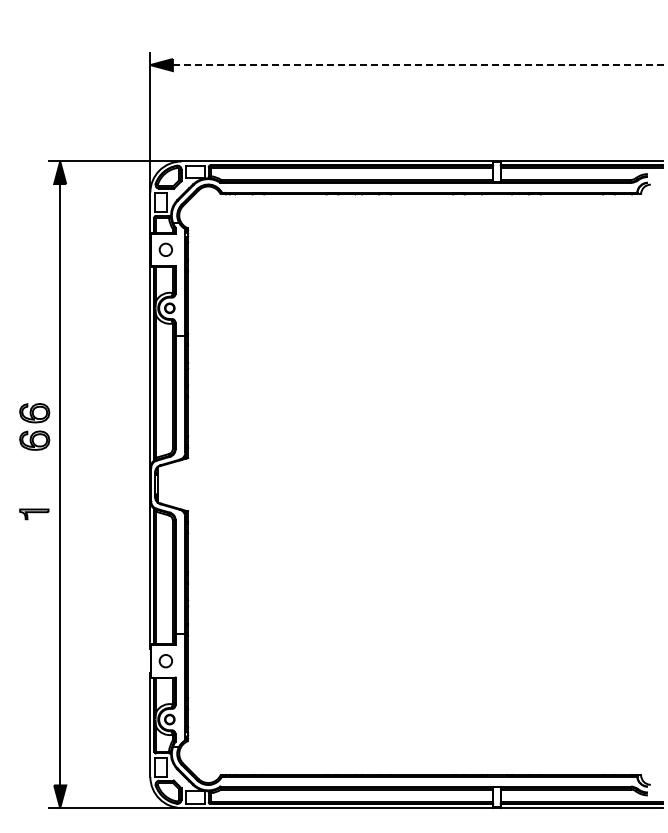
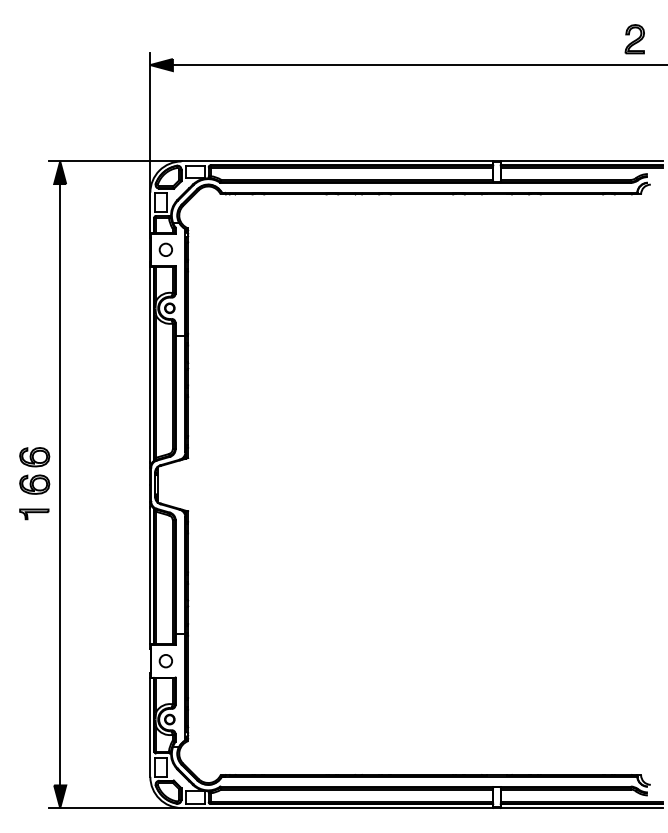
part at (634, 39): none -> present
line at (420, 65): dashed -> solid
part at (34, 426) position: (34, 426) -> (34, 470)
